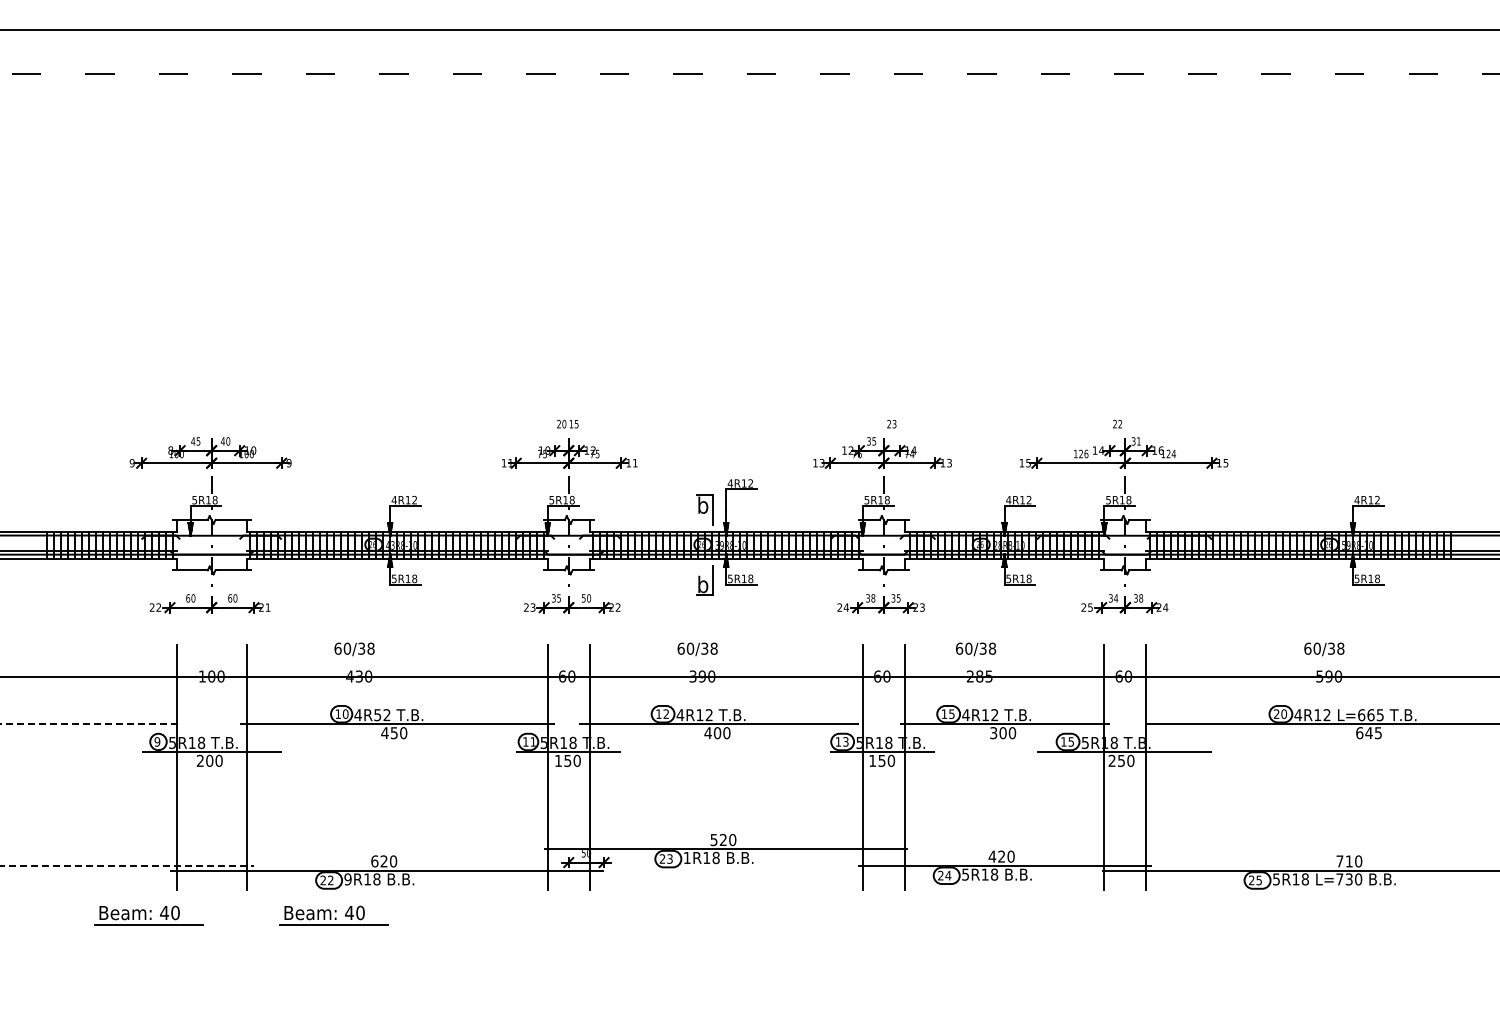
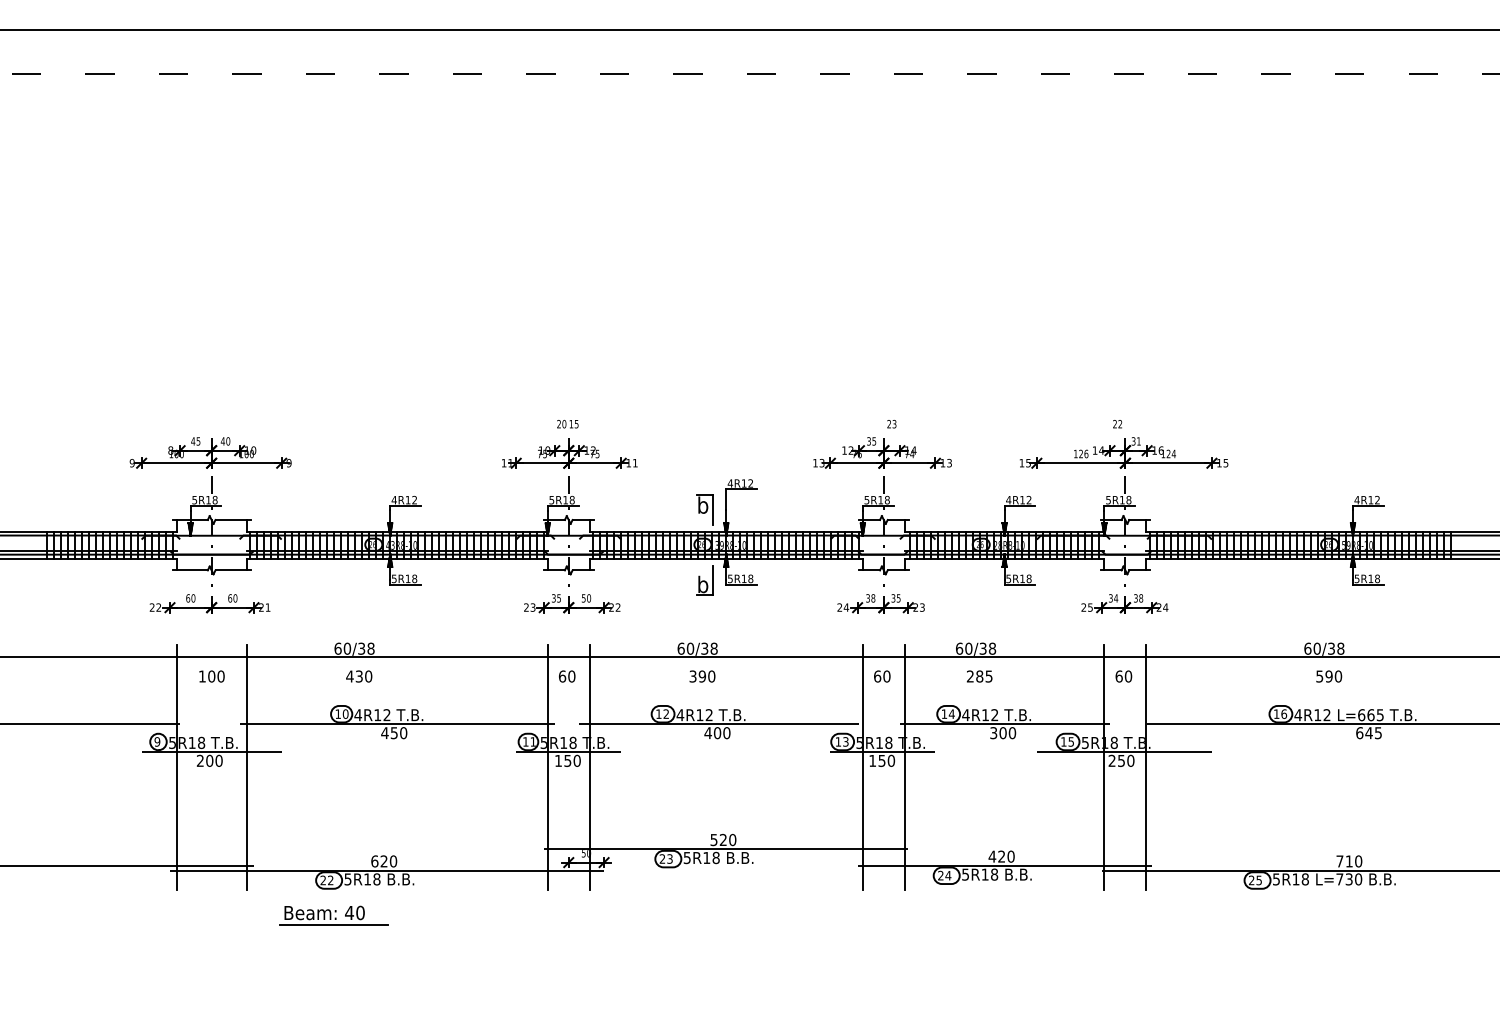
line at (749, 676) position: (749, 676) -> (749, 656)
text at (951, 713): 15 -> 14
text at (1280, 713): 20 -> 16
text at (377, 715): 4R52 -> 4R12
line at (90, 724): dashed -> solid
text at (686, 858): 1R18 -> 5R18
line at (127, 865): dashed -> solid
text at (347, 879): 9R18 -> 5R18
part at (148, 915): present -> none
